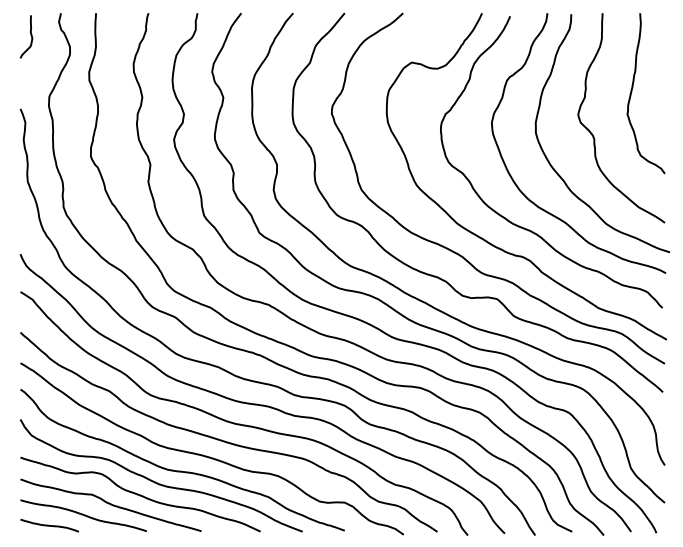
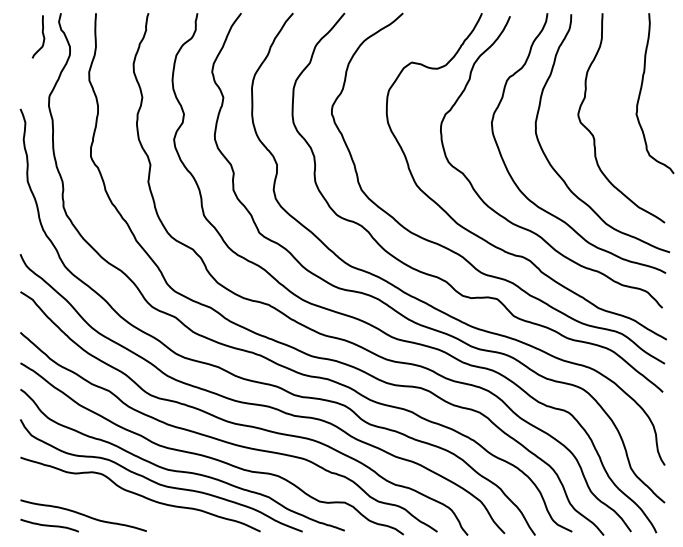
curve at (30, 35) position: (30, 35) -> (42, 35)
curve at (632, 92) position: (632, 92) -> (641, 92)
curve at (110, 504): present -> none
